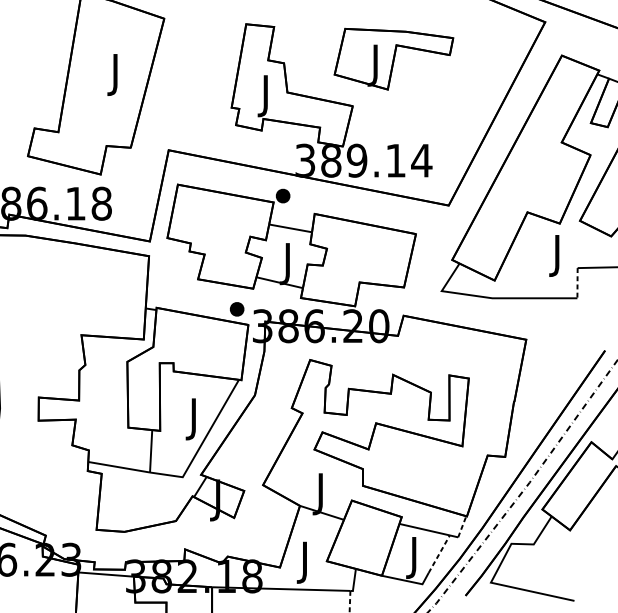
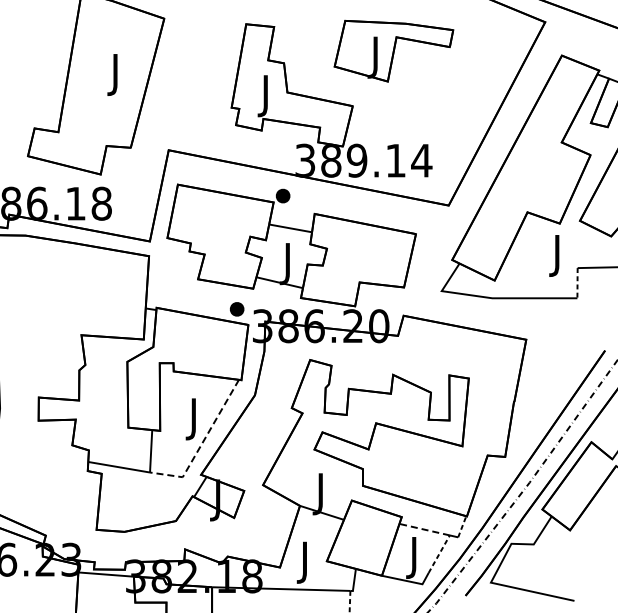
part at (393, 58) position: (393, 58) -> (393, 50)
line at (202, 443): solid -> dashed
line at (424, 529): solid -> dashed
